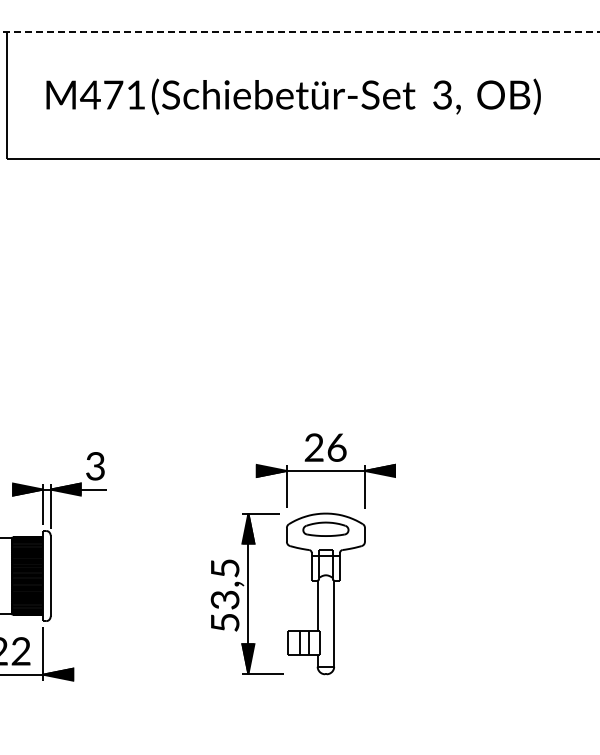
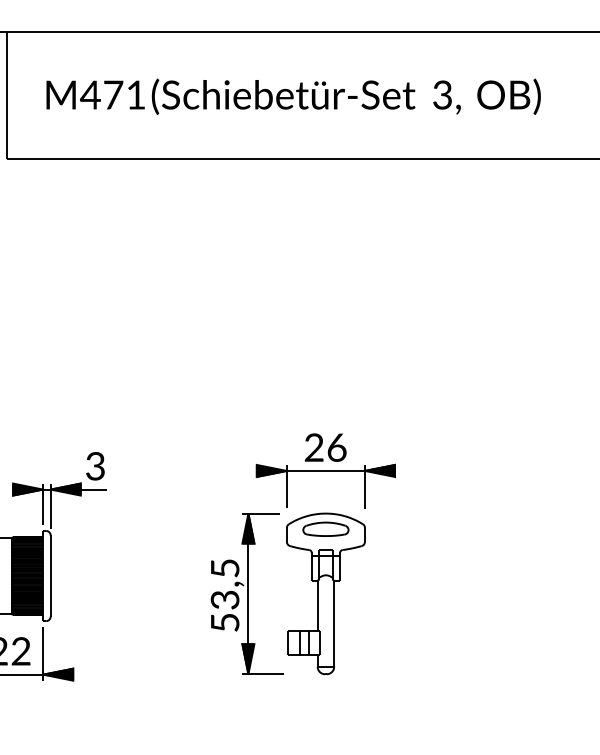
line at (299, 32): dashed -> solid
